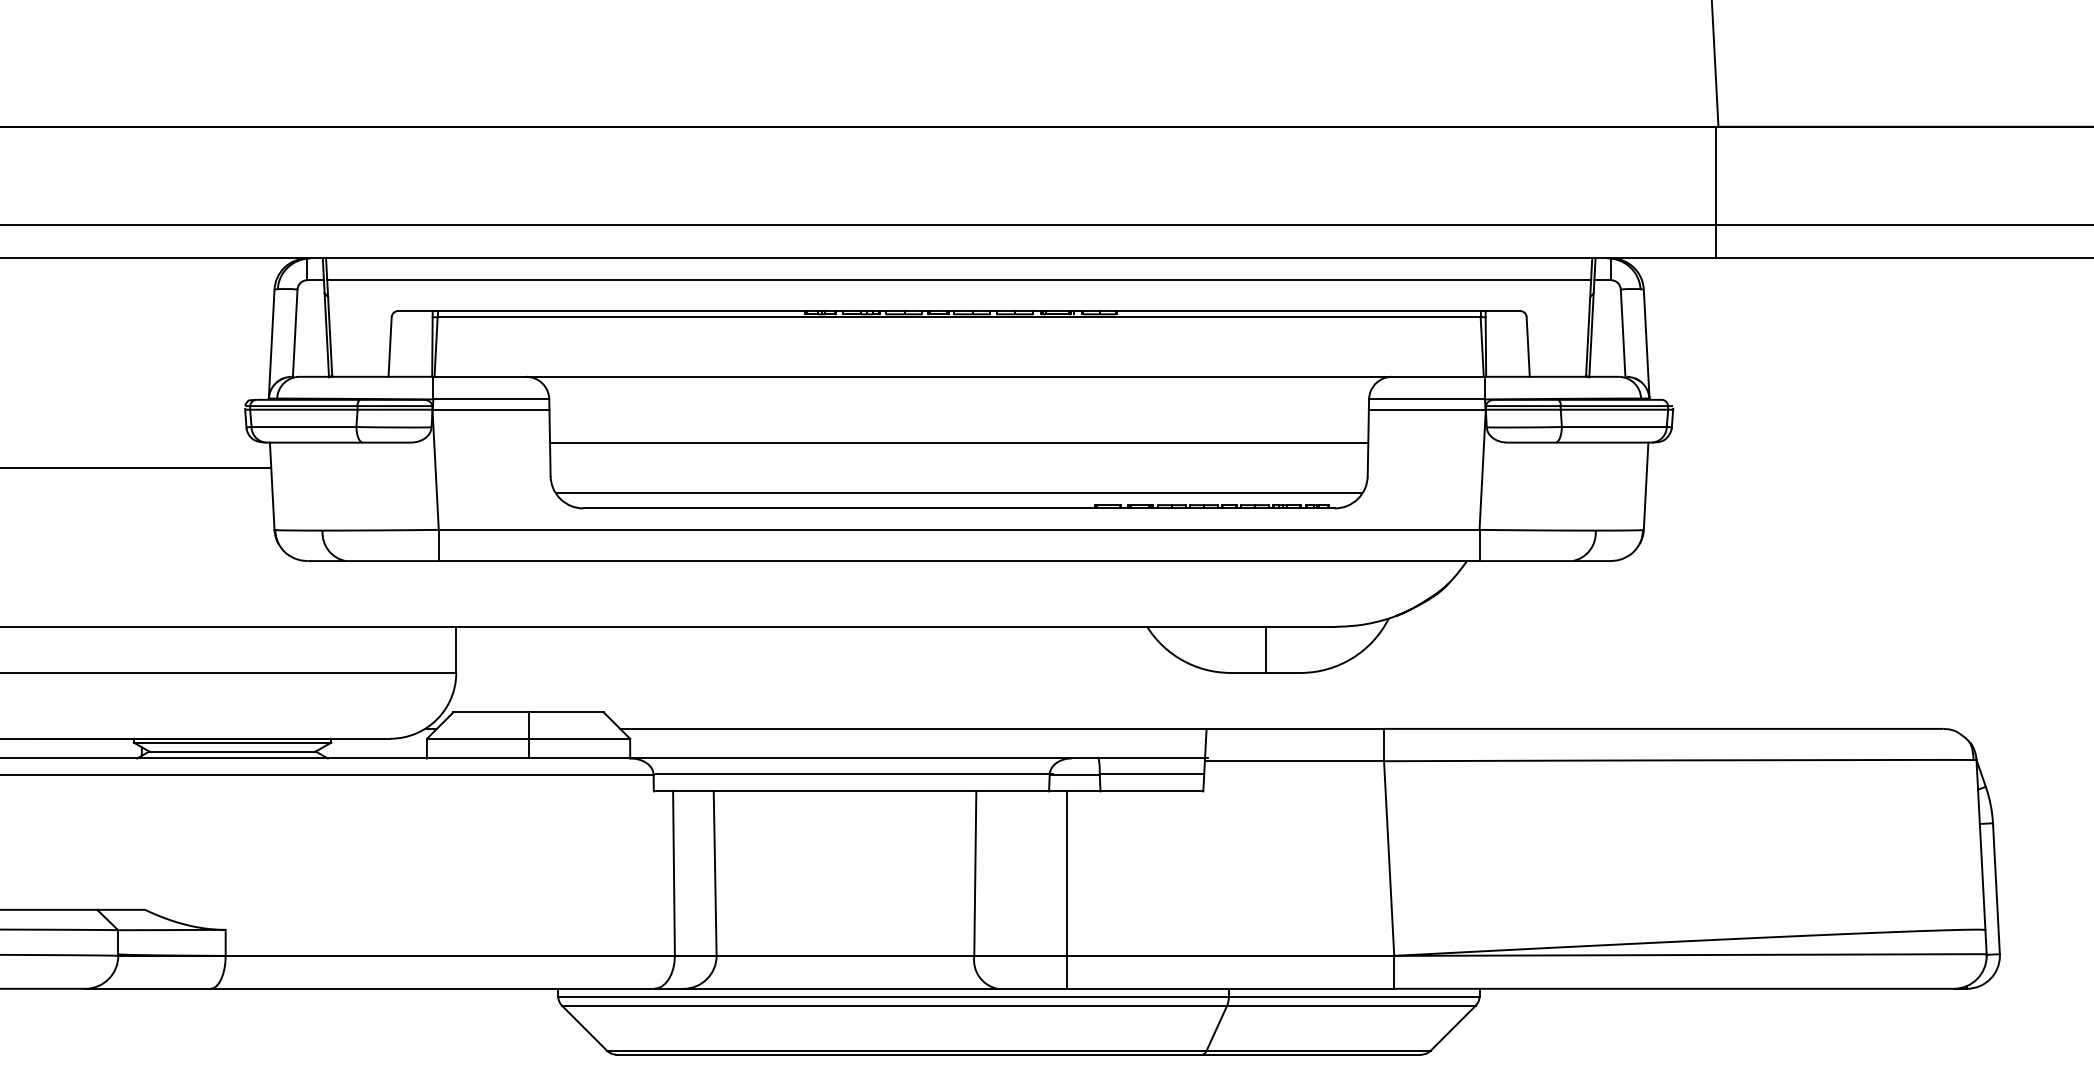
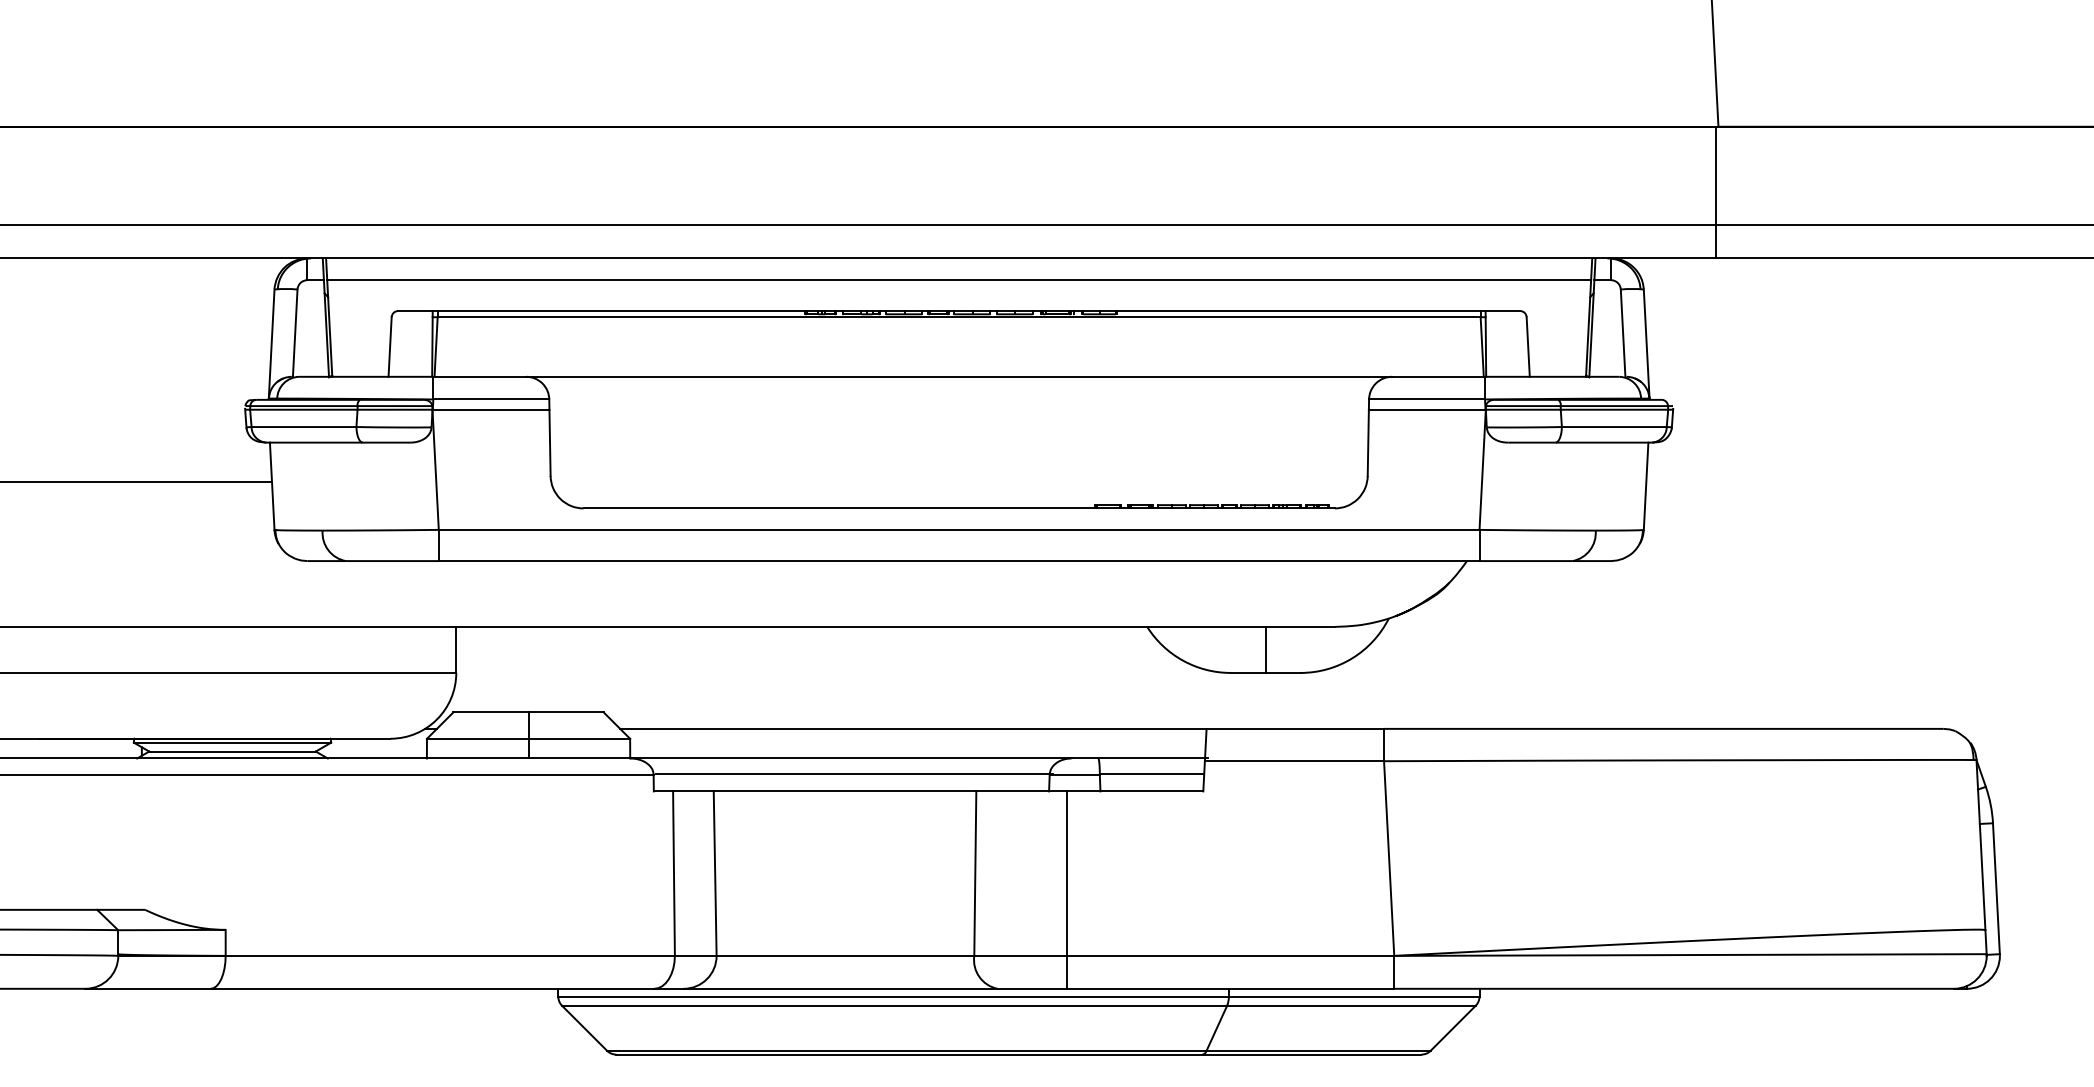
line at (959, 442): present -> none
line at (136, 468) position: (136, 468) -> (136, 482)
line at (958, 492): present -> none
